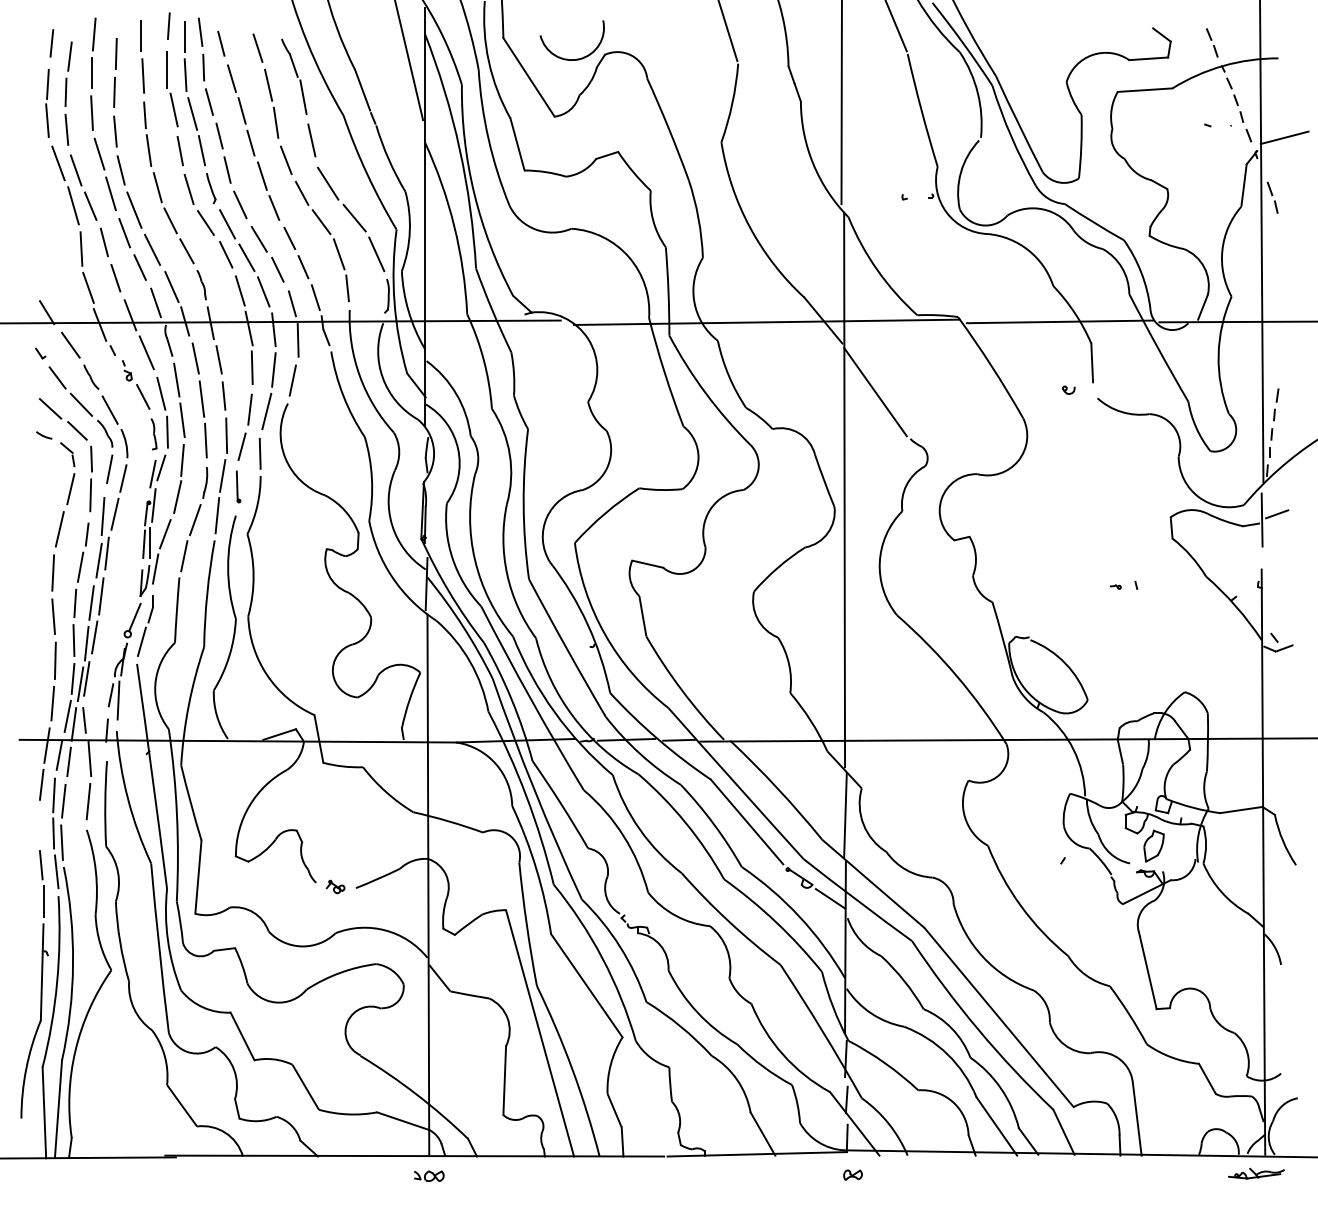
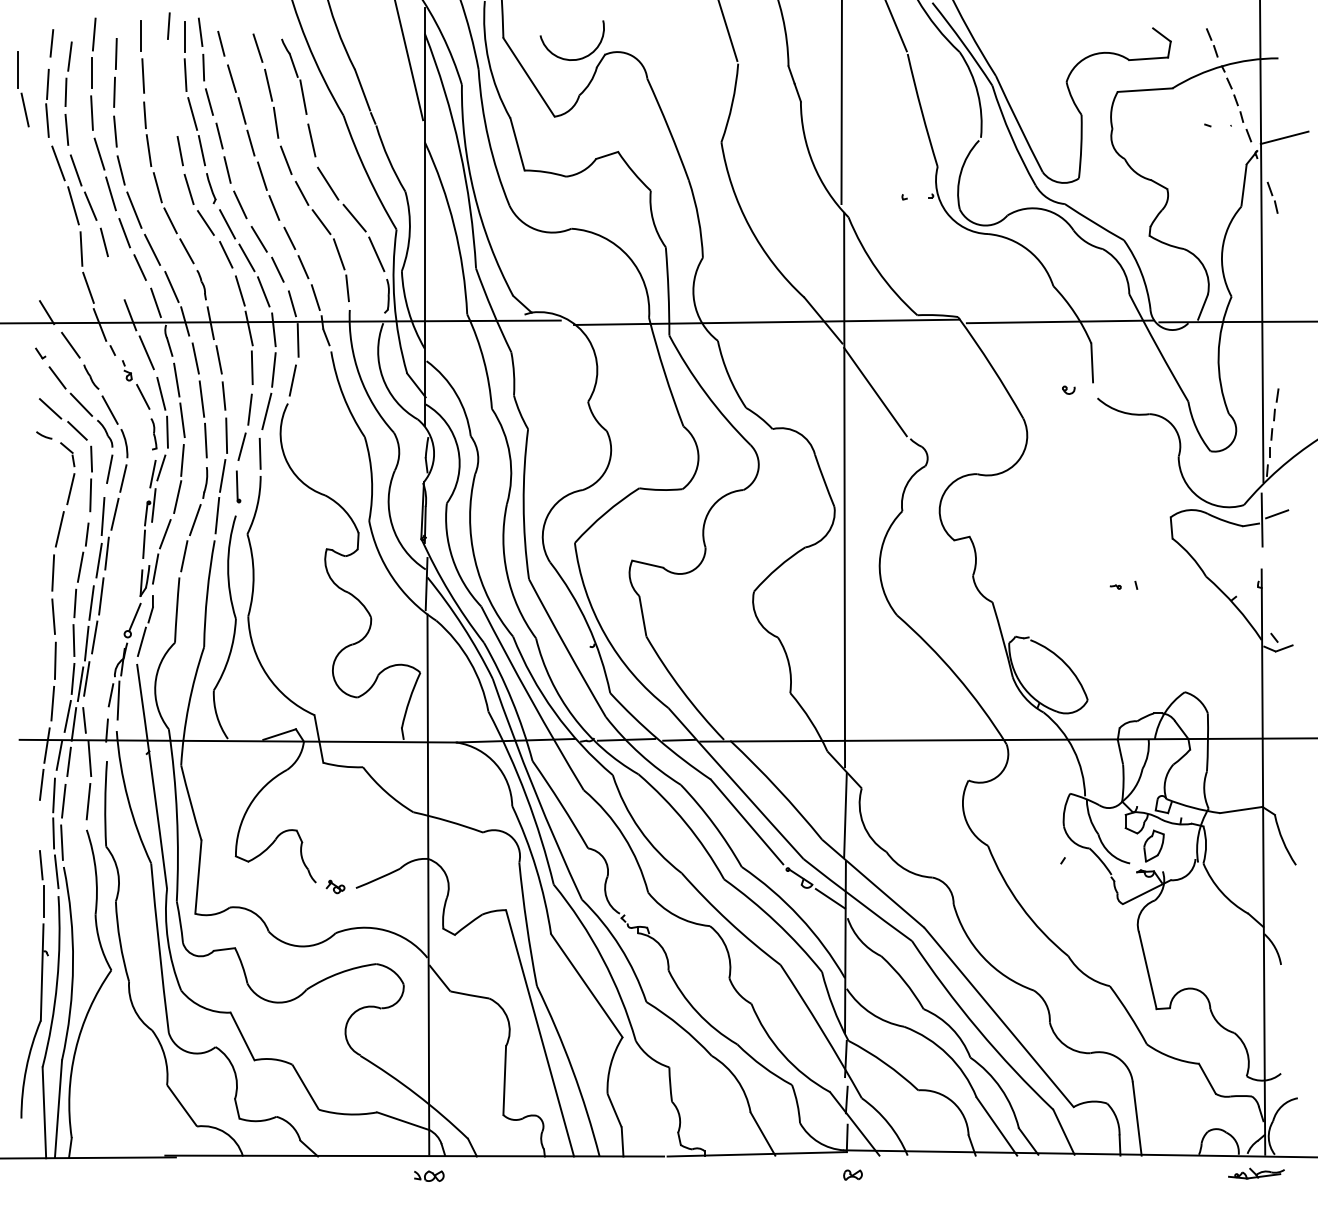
part at (172, 89) position: (172, 89) -> (23, 89)
line at (115, 277): present -> none
line at (150, 543): present -> none
